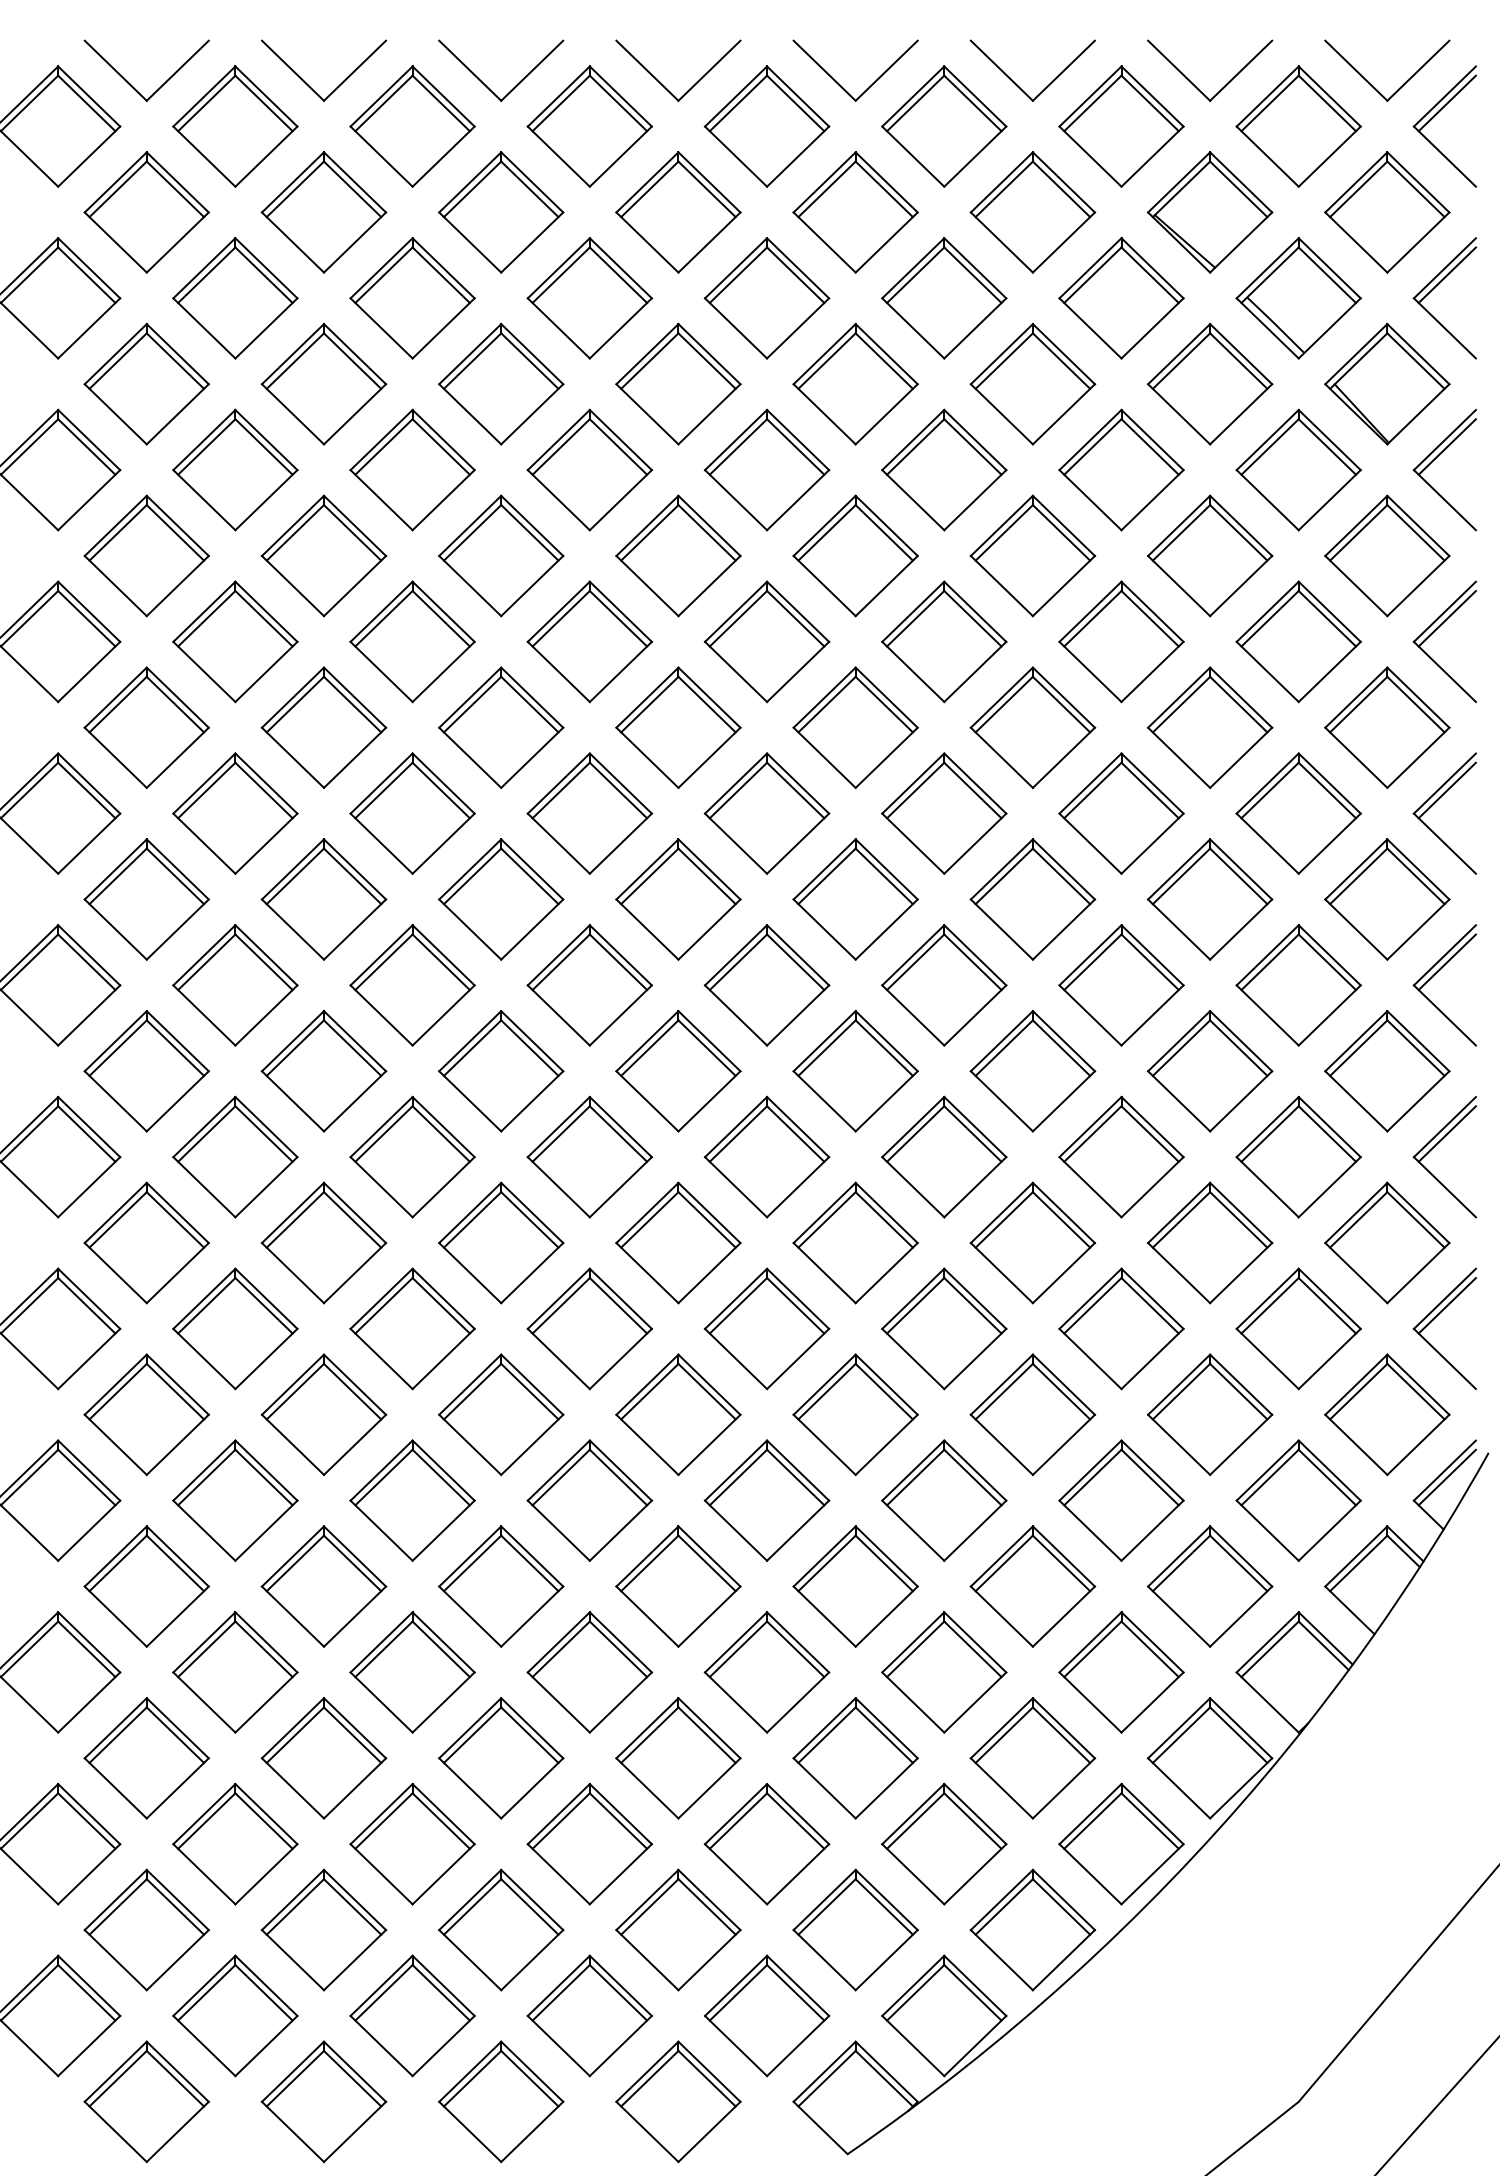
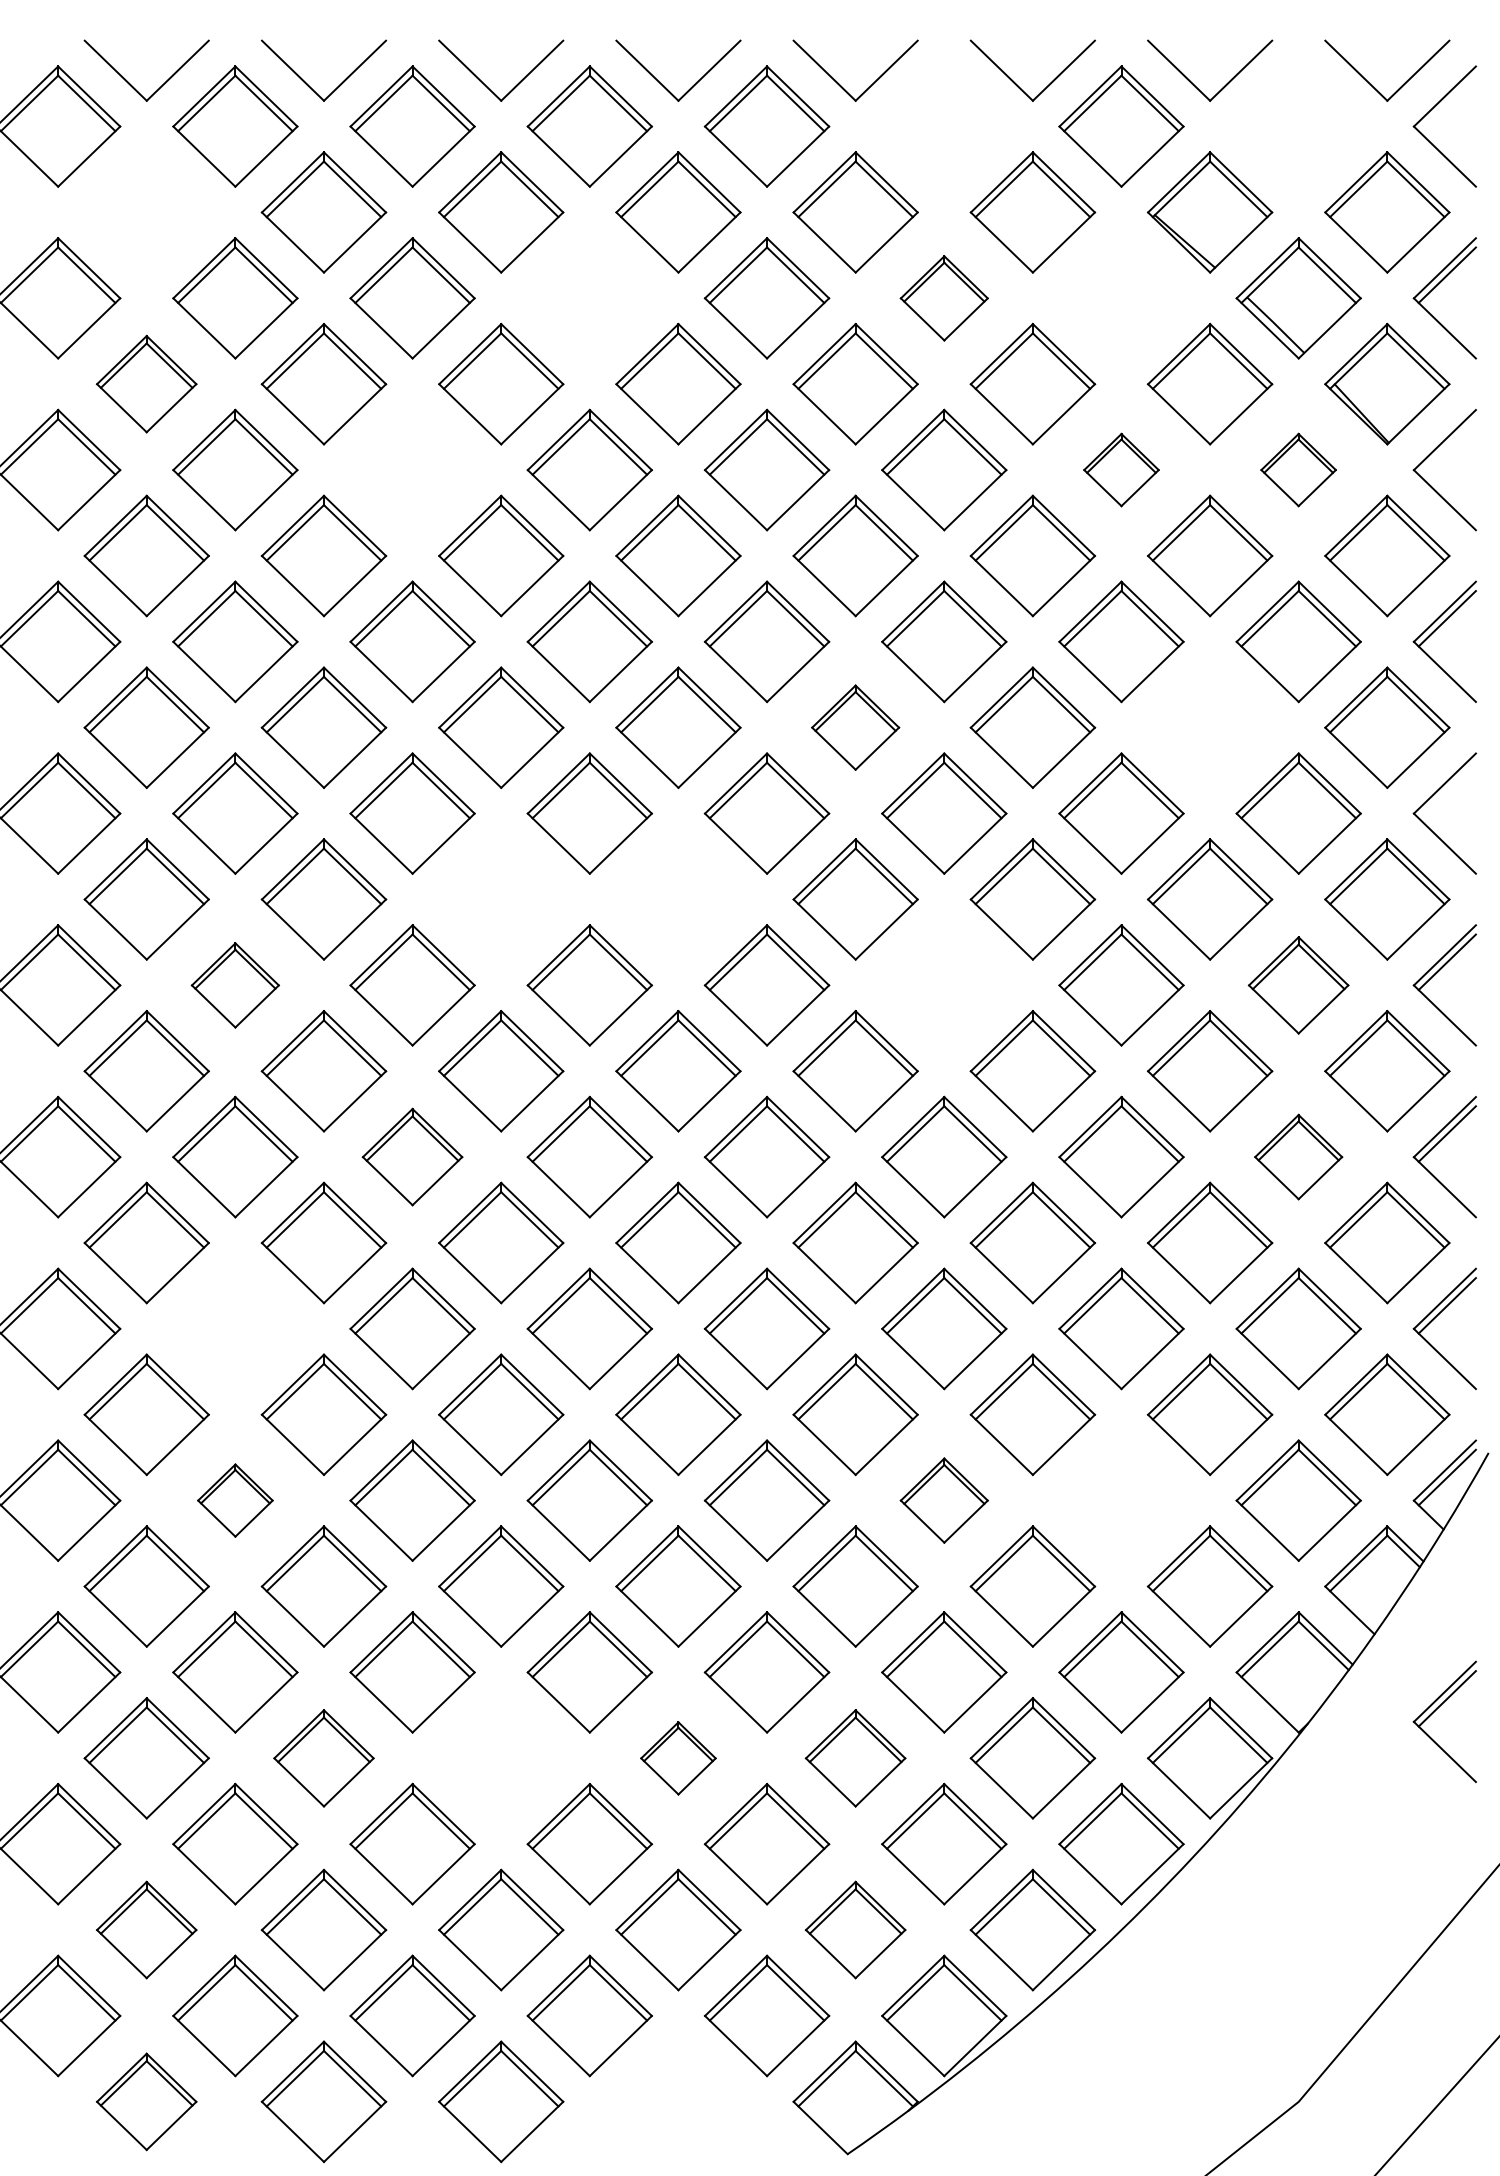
line at (1446, 103): present -> none
part at (944, 126): present -> none
part at (1298, 126): present -> none
part at (146, 212): present -> none
part at (589, 298): present -> none
part at (944, 298) size: 127x123 px -> 90x87 px
part at (1121, 298): present -> none
part at (146, 383) size: 127x124 px -> 102x100 px
line at (1446, 446): present -> none
part at (412, 469): present -> none
part at (1121, 469) size: 127x124 px -> 77x76 px
part at (1298, 469) size: 127x124 px -> 77x76 px
part at (855, 727) size: 127x123 px -> 90x87 px
part at (1209, 727): present -> none
line at (1446, 790): present -> none
part at (501, 899): present -> none
part at (678, 899): present -> none
part at (235, 985) size: 127x123 px -> 90x87 px
part at (944, 985): present -> none
part at (1298, 985) size: 127x123 px -> 103x99 px
part at (412, 1156) size: 127x124 px -> 103x100 px
part at (1298, 1156) size: 127x124 px -> 90x88 px
part at (235, 1328): present -> none
part at (235, 1500) size: 127x123 px -> 77x75 px
part at (944, 1500) size: 127x123 px -> 90x87 px
part at (1121, 1500): present -> none
part at (1435, 1711): none -> present
part at (323, 1758) size: 128x123 px -> 102x99 px
part at (501, 1758): present -> none
part at (678, 1758) size: 127x123 px -> 77x75 px
part at (855, 1758) size: 127x123 px -> 103x99 px
part at (146, 1929) size: 127x124 px -> 102x100 px
part at (855, 1929) size: 127x124 px -> 103x100 px
part at (146, 2101) size: 127x124 px -> 102x100 px
part at (678, 2101): present -> none
